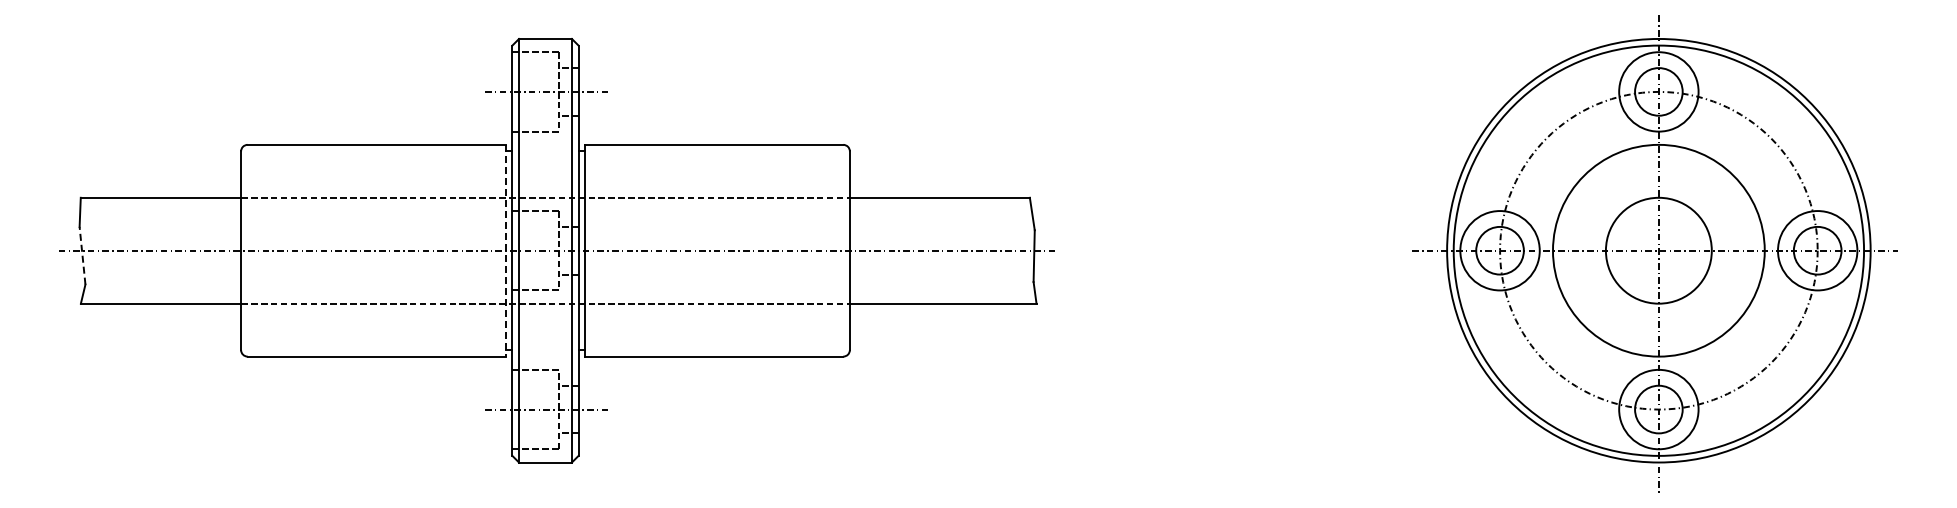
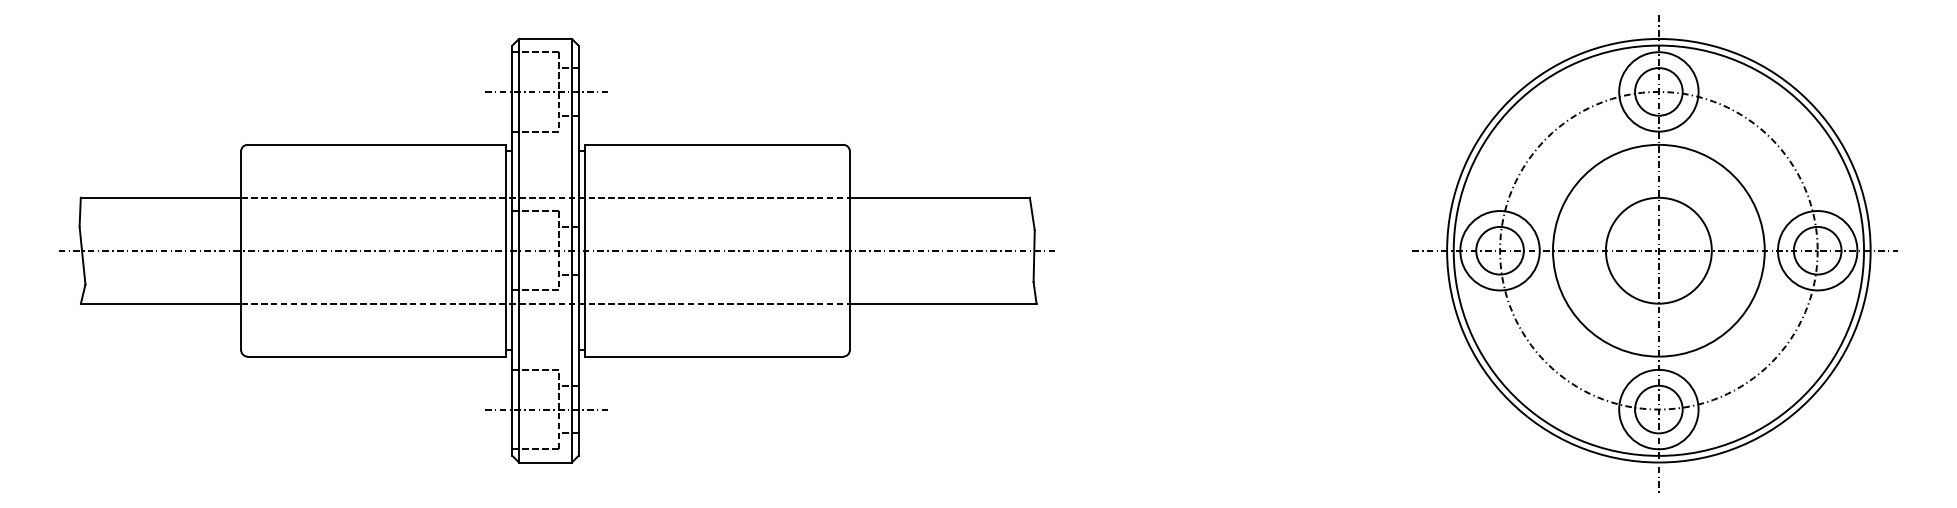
line at (505, 250): dashed -> solid
line at (82, 255): dashed -> solid
